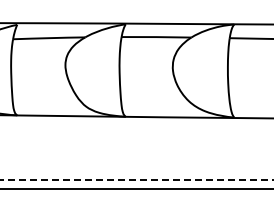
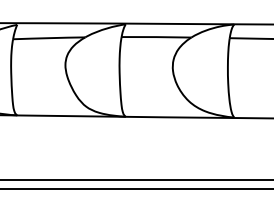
line at (136, 179): dashed -> solid
